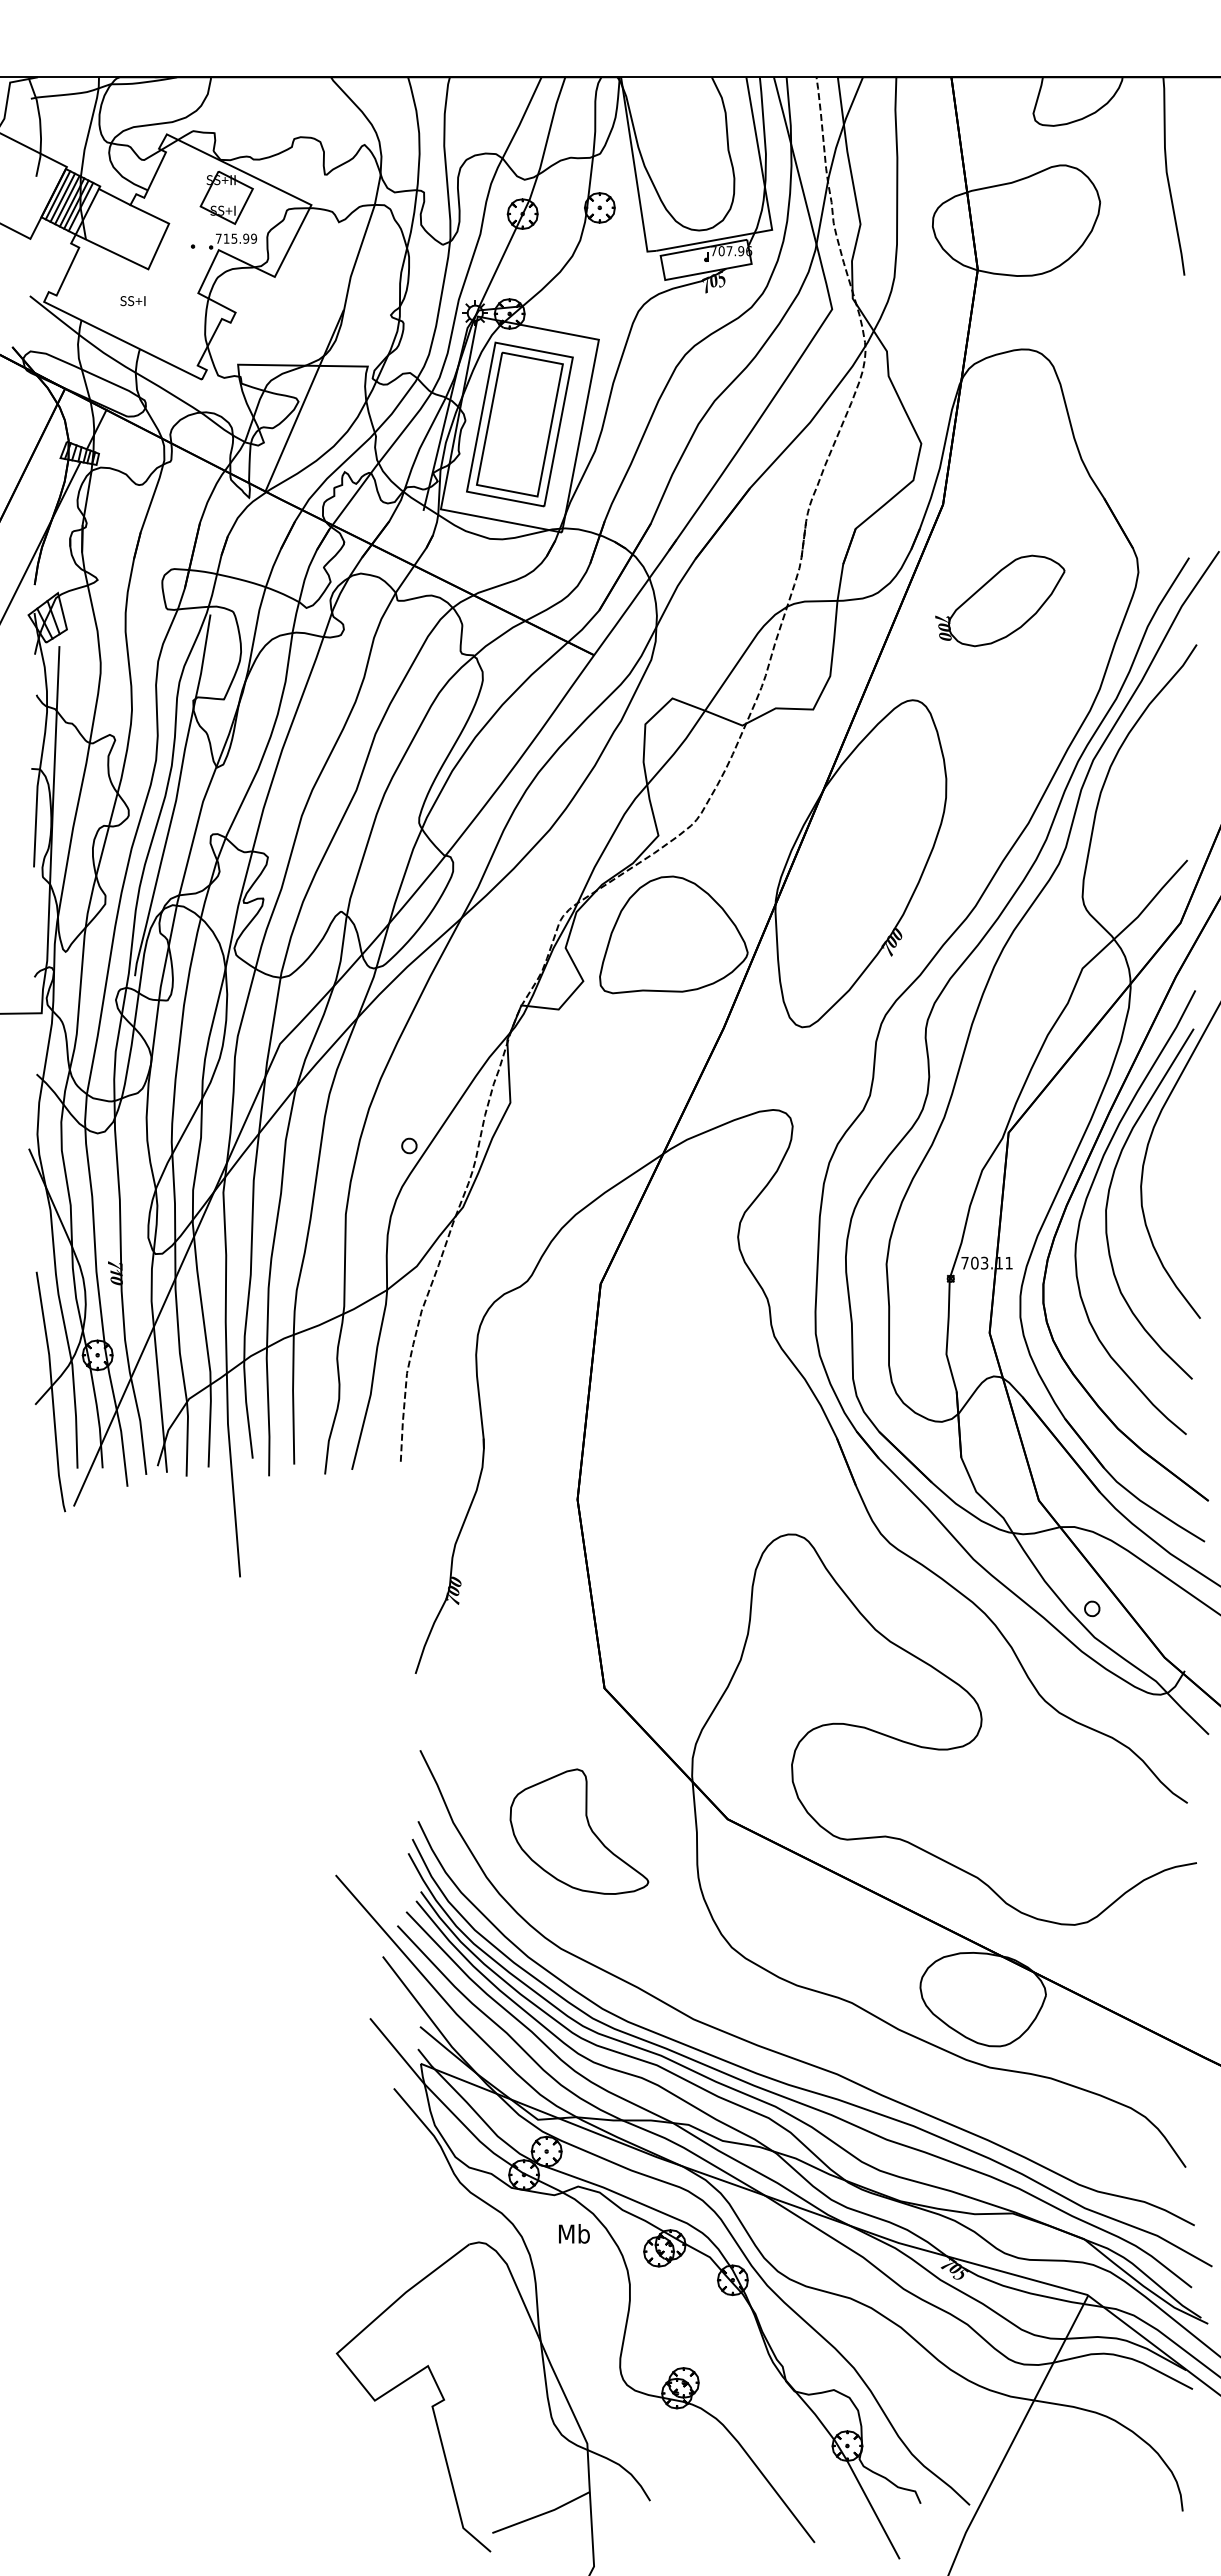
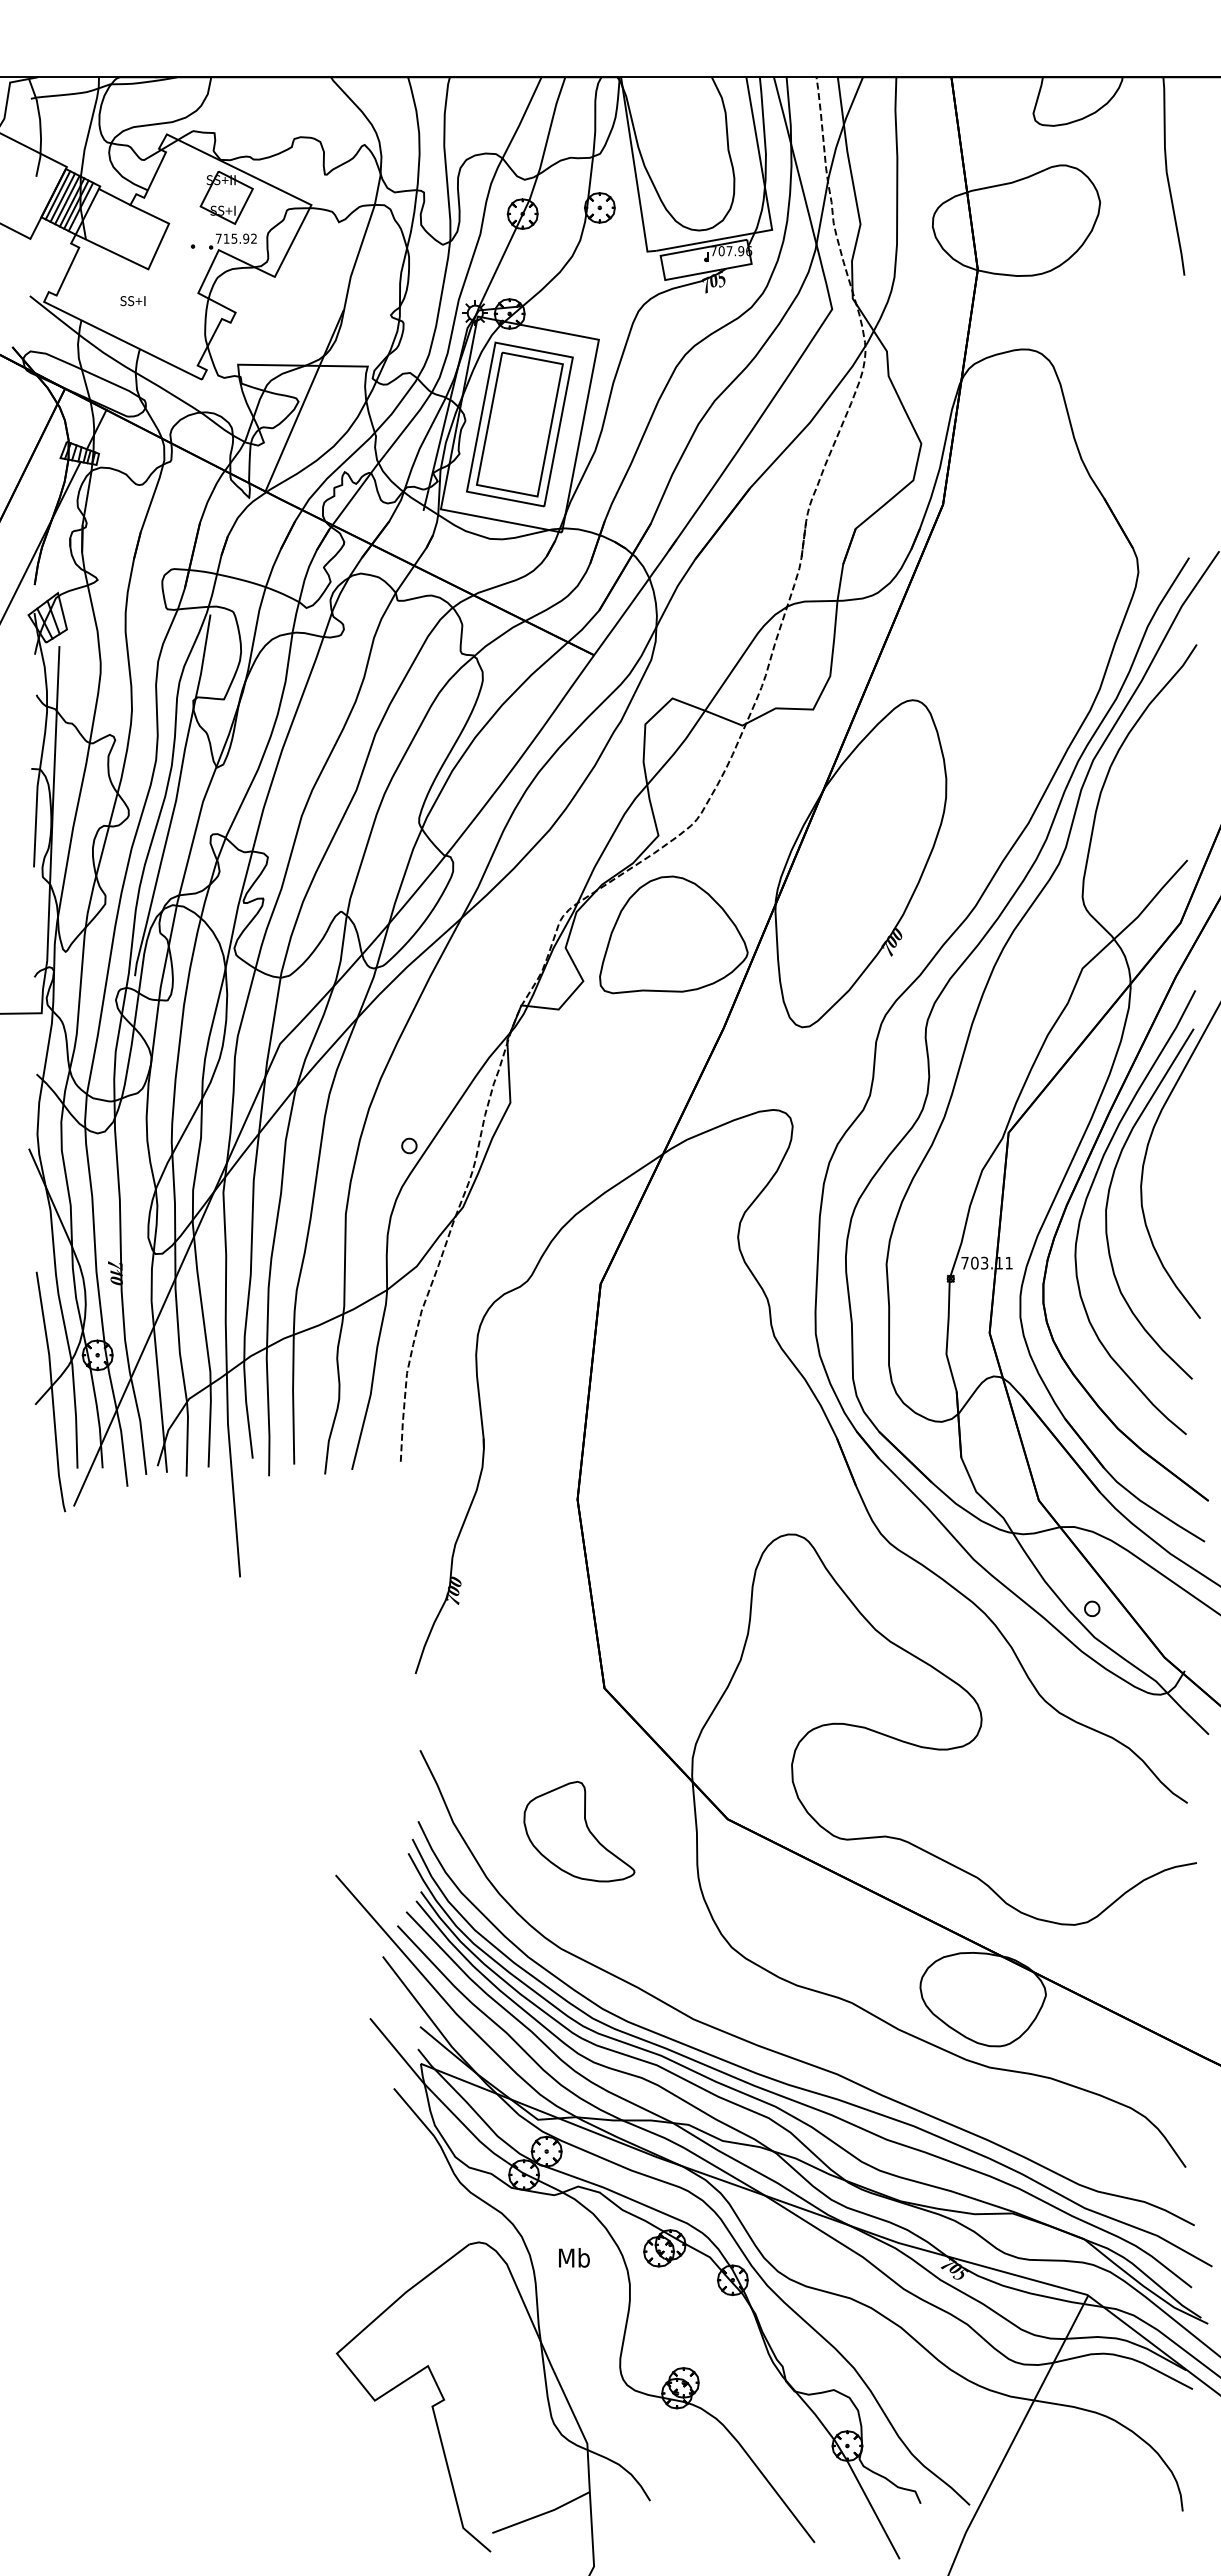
text at (254, 238): 715.99 -> 715.92
part at (1000, 600): present -> none
part at (579, 1831) size: 141x127 px -> 113x103 px
text at (574, 2233) position: (574, 2233) -> (574, 2257)
